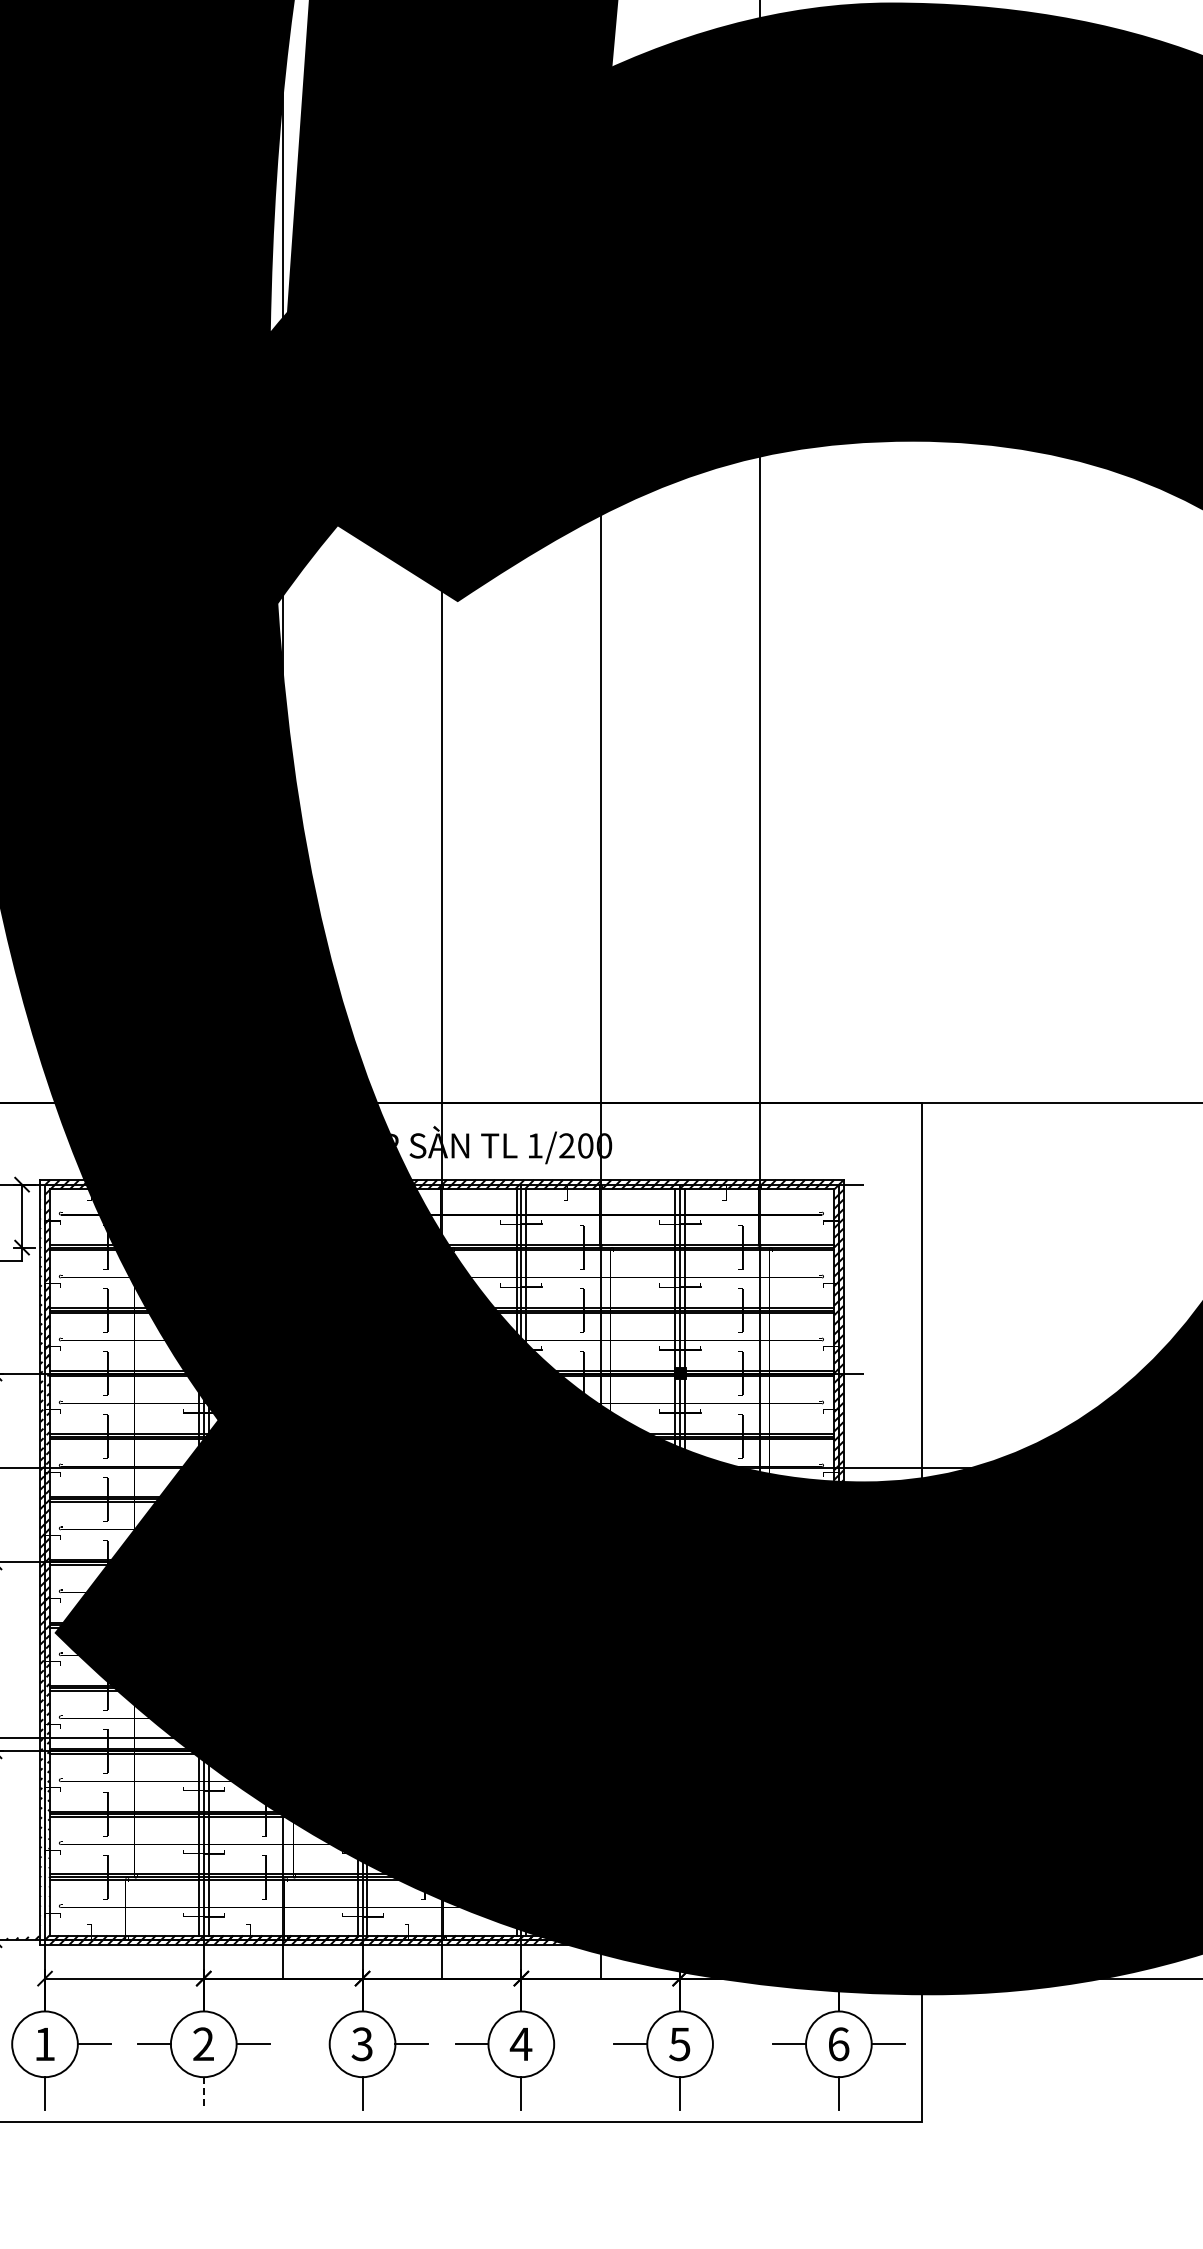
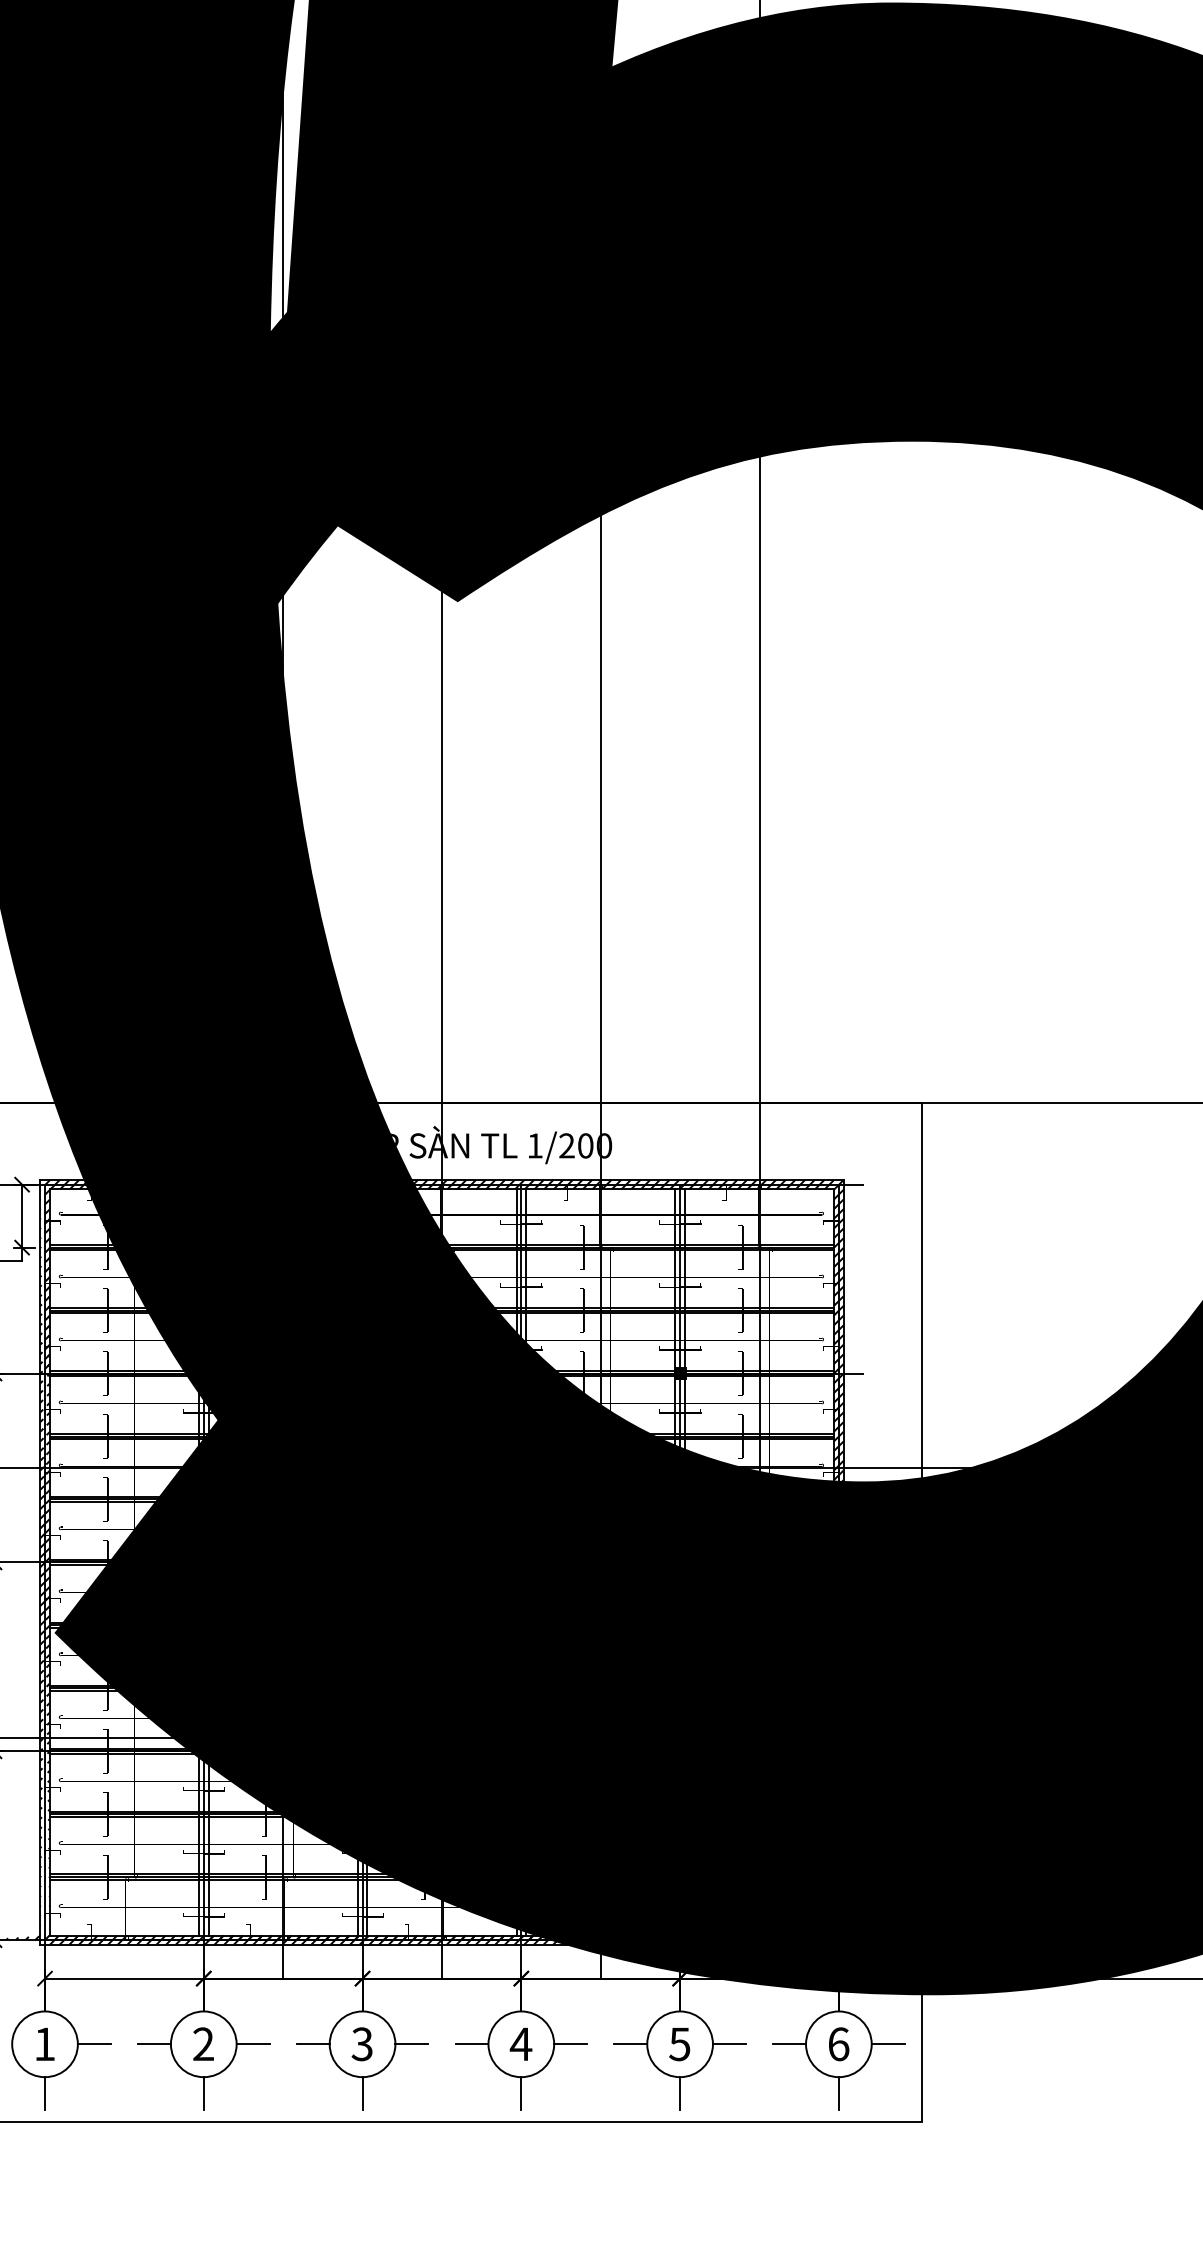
line at (312, 2044): none -> present
line at (570, 2044): none -> present
line at (728, 2044): none -> present
line at (203, 2094): dashed -> solid
